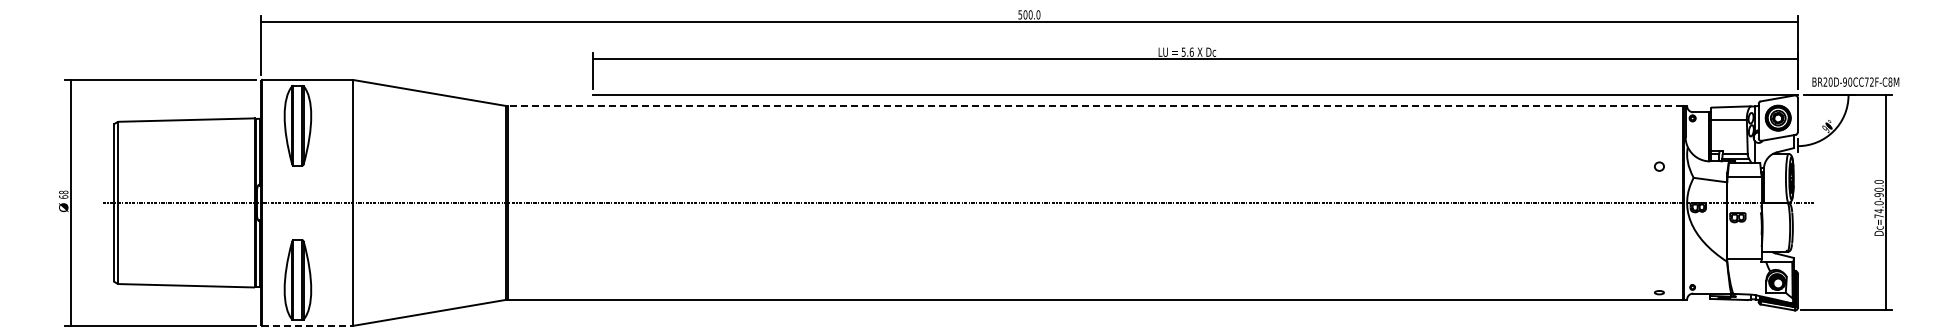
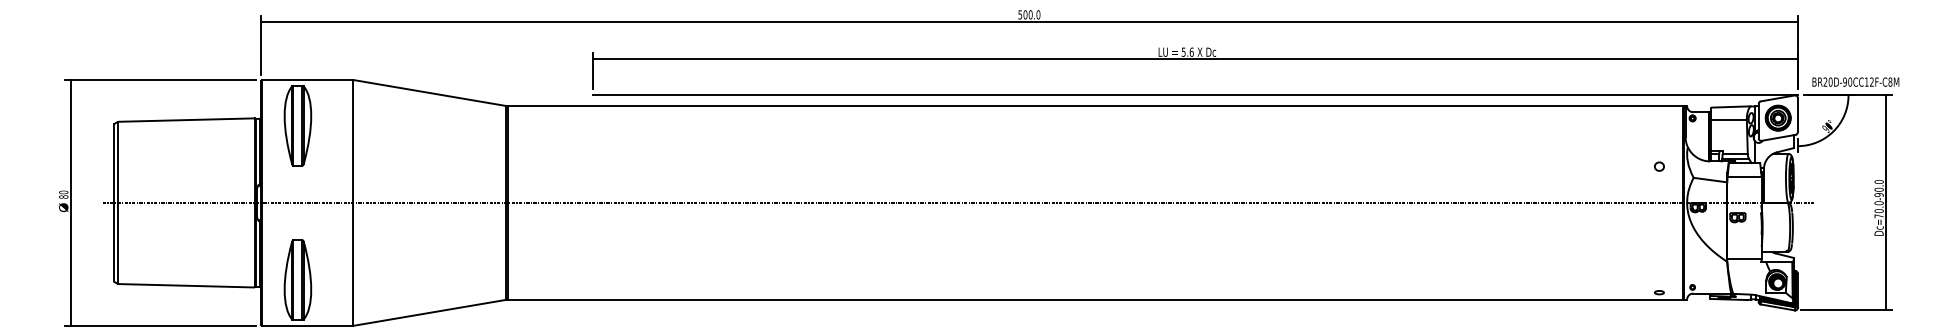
text at (1866, 81): BR20D-90CC72F-C8M -> BR20D-90CC12F-C8M
line at (1095, 106): dashed -> solid
text at (63, 194): 68 -> 80
text at (1878, 211): Dc=74.0-90.0 -> Dc=70.0-90.0
line at (307, 325): dashed -> solid
